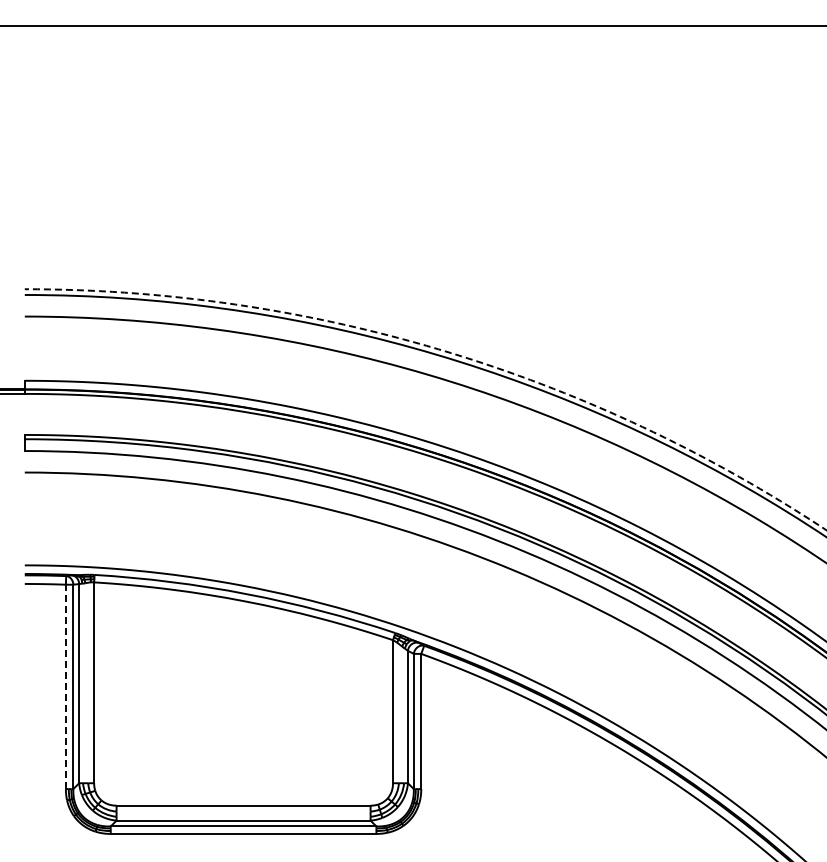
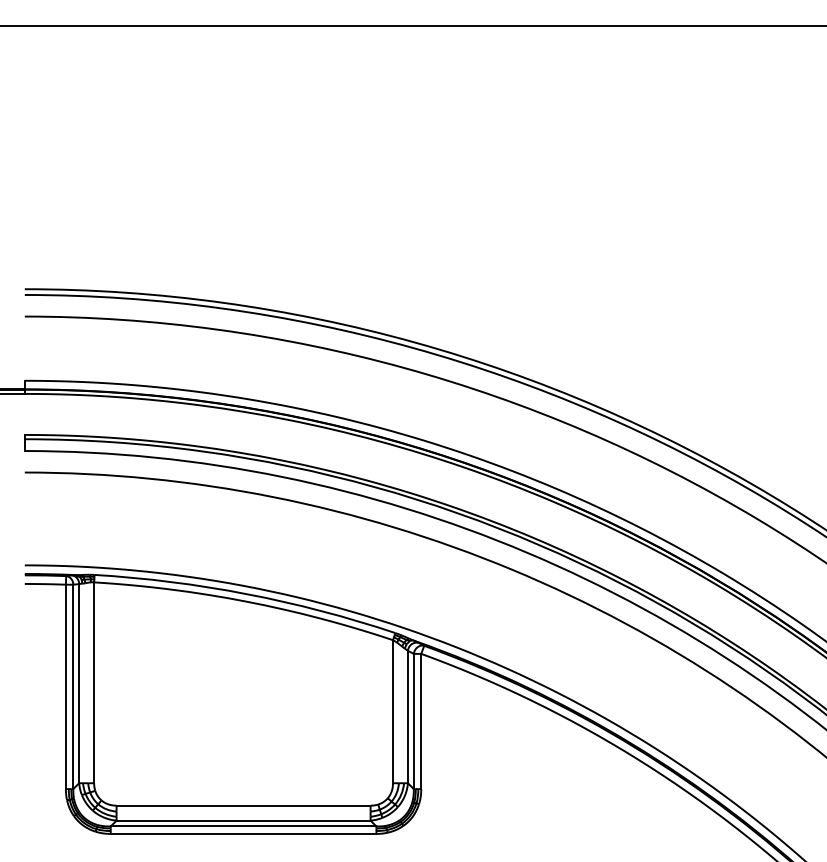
arc at (445, 351): dashed -> solid
line at (65, 686): dashed -> solid
